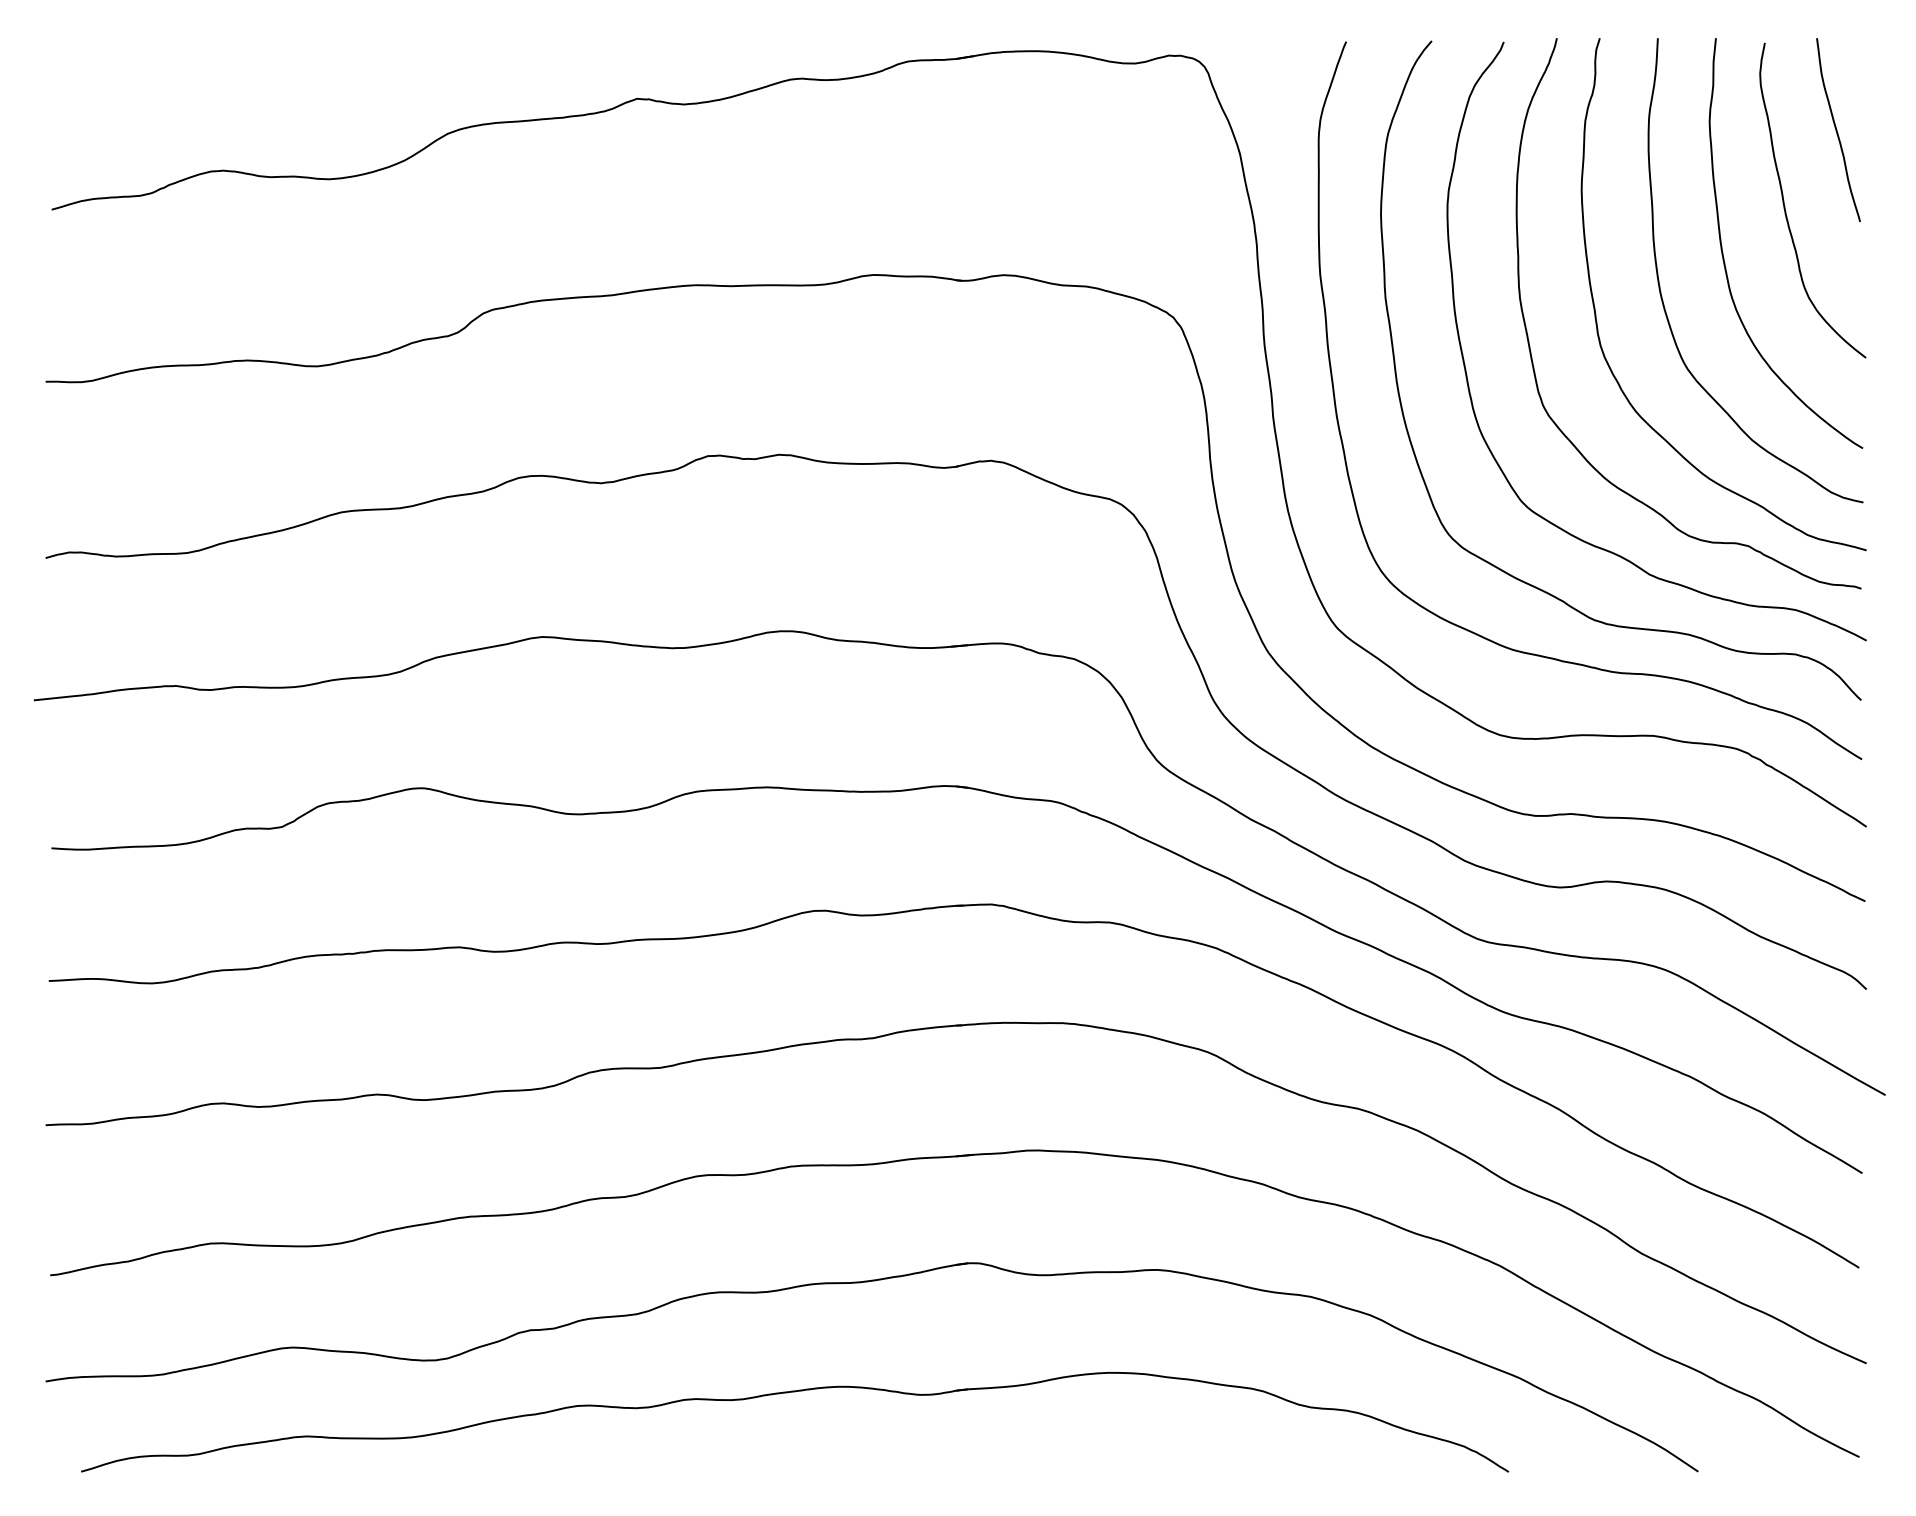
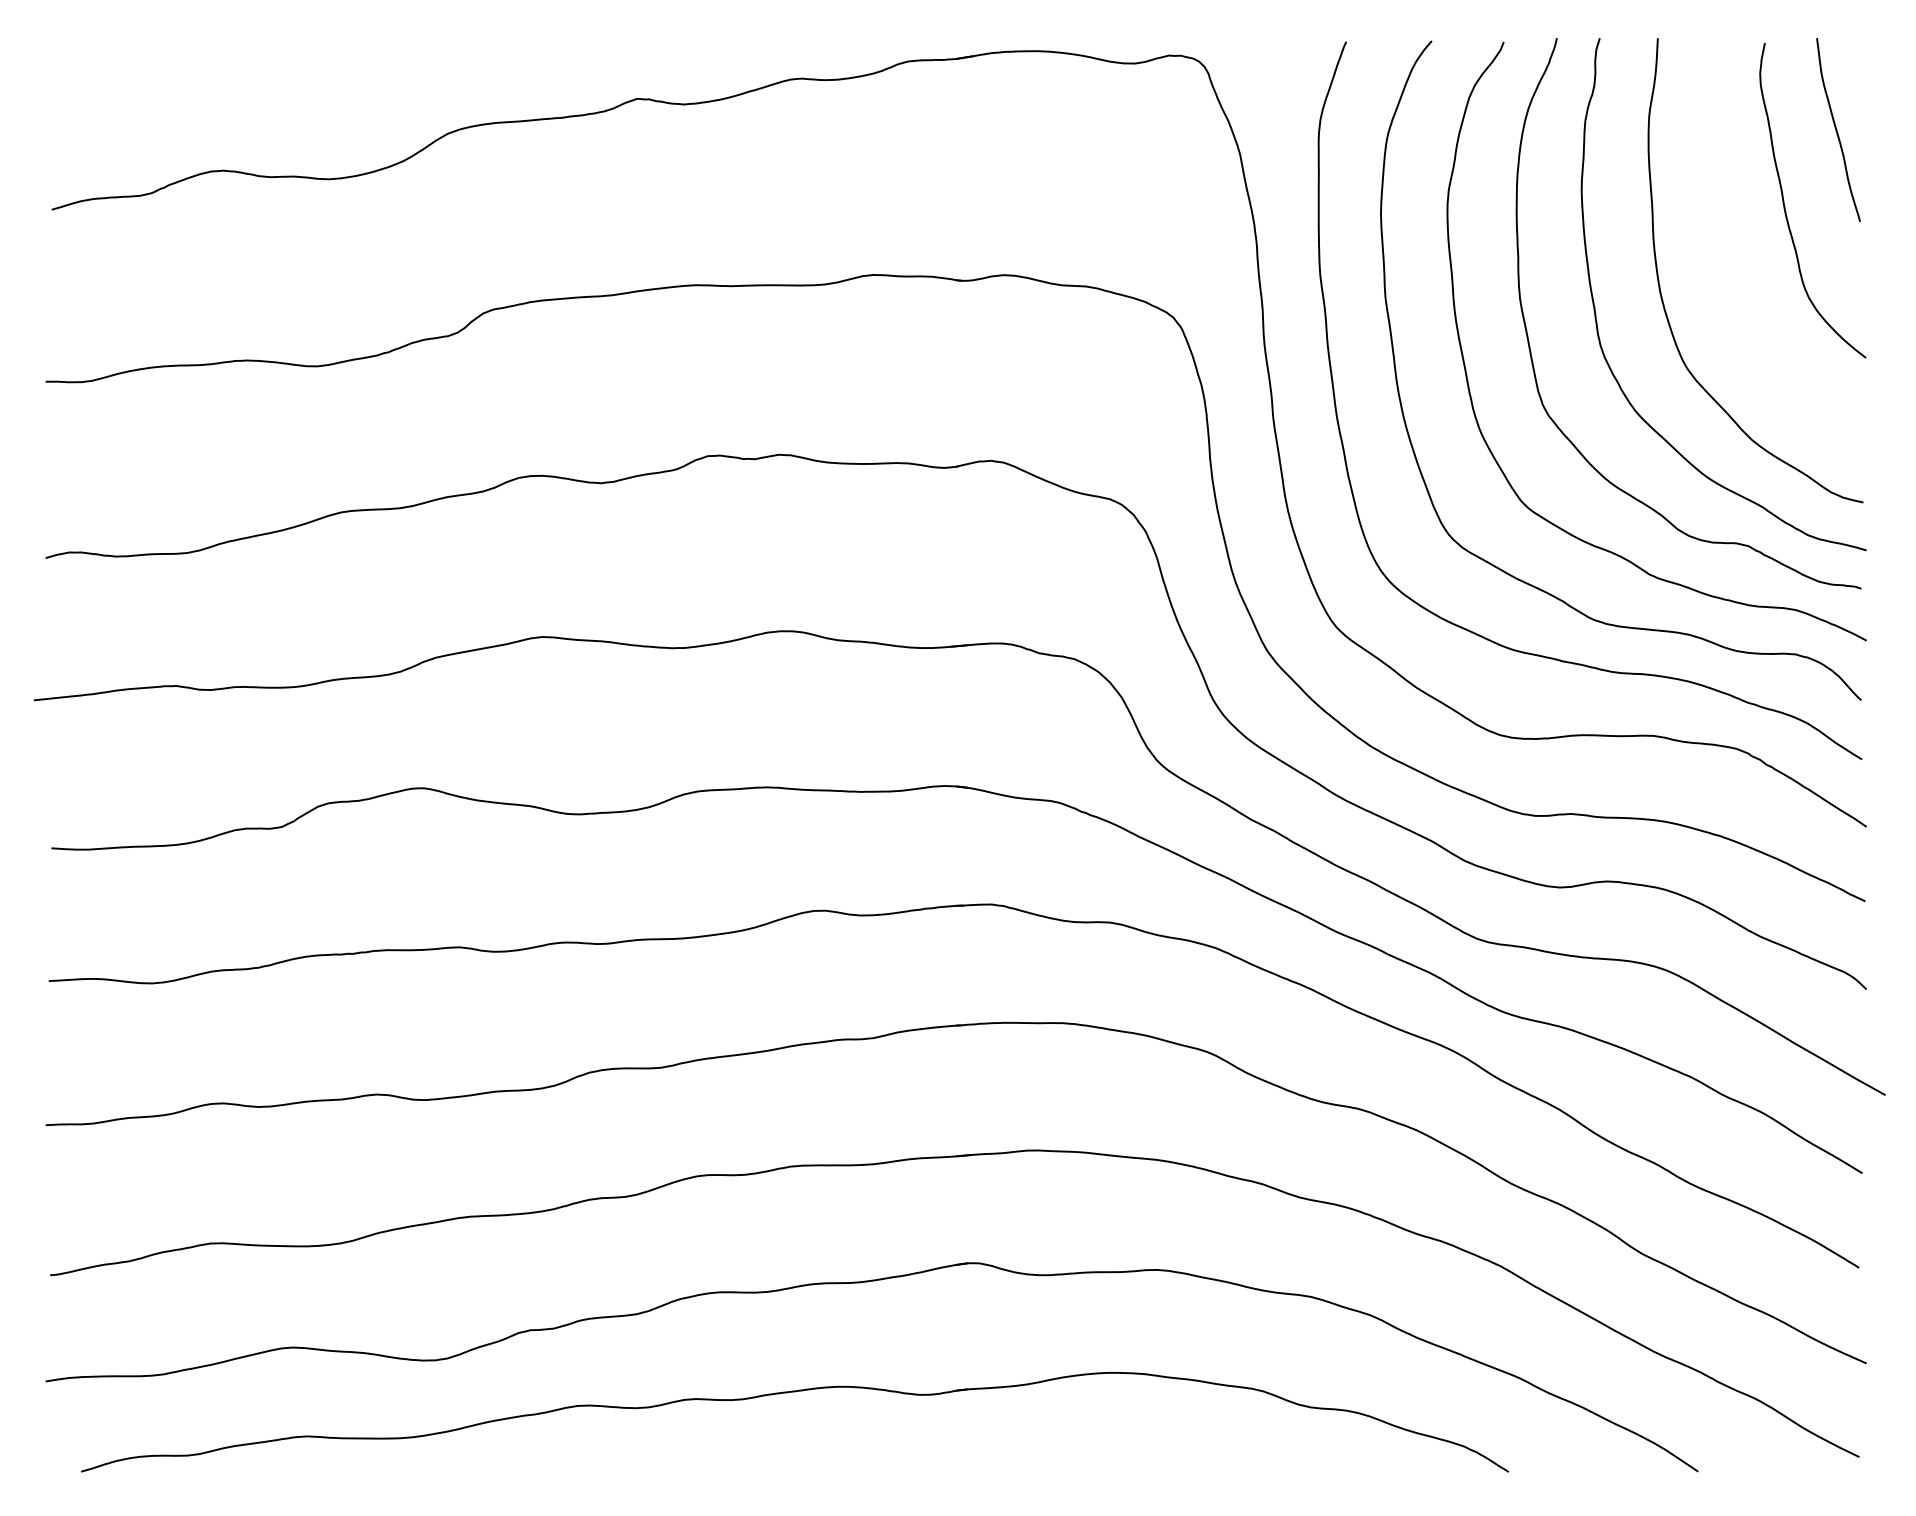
curve at (1724, 257): present -> none
